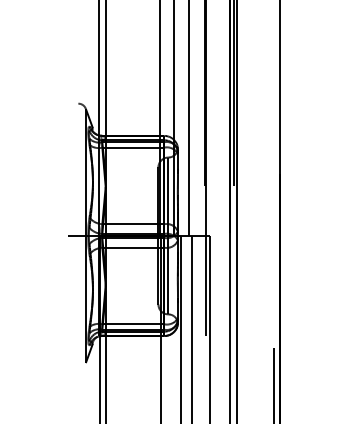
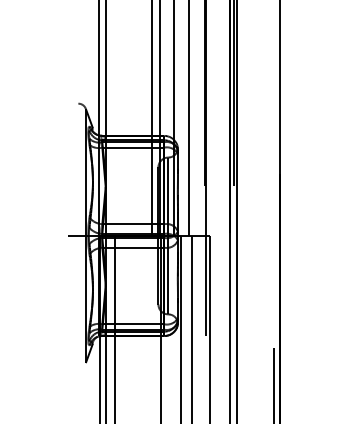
line at (152, 118): none -> present
line at (115, 327): none -> present
